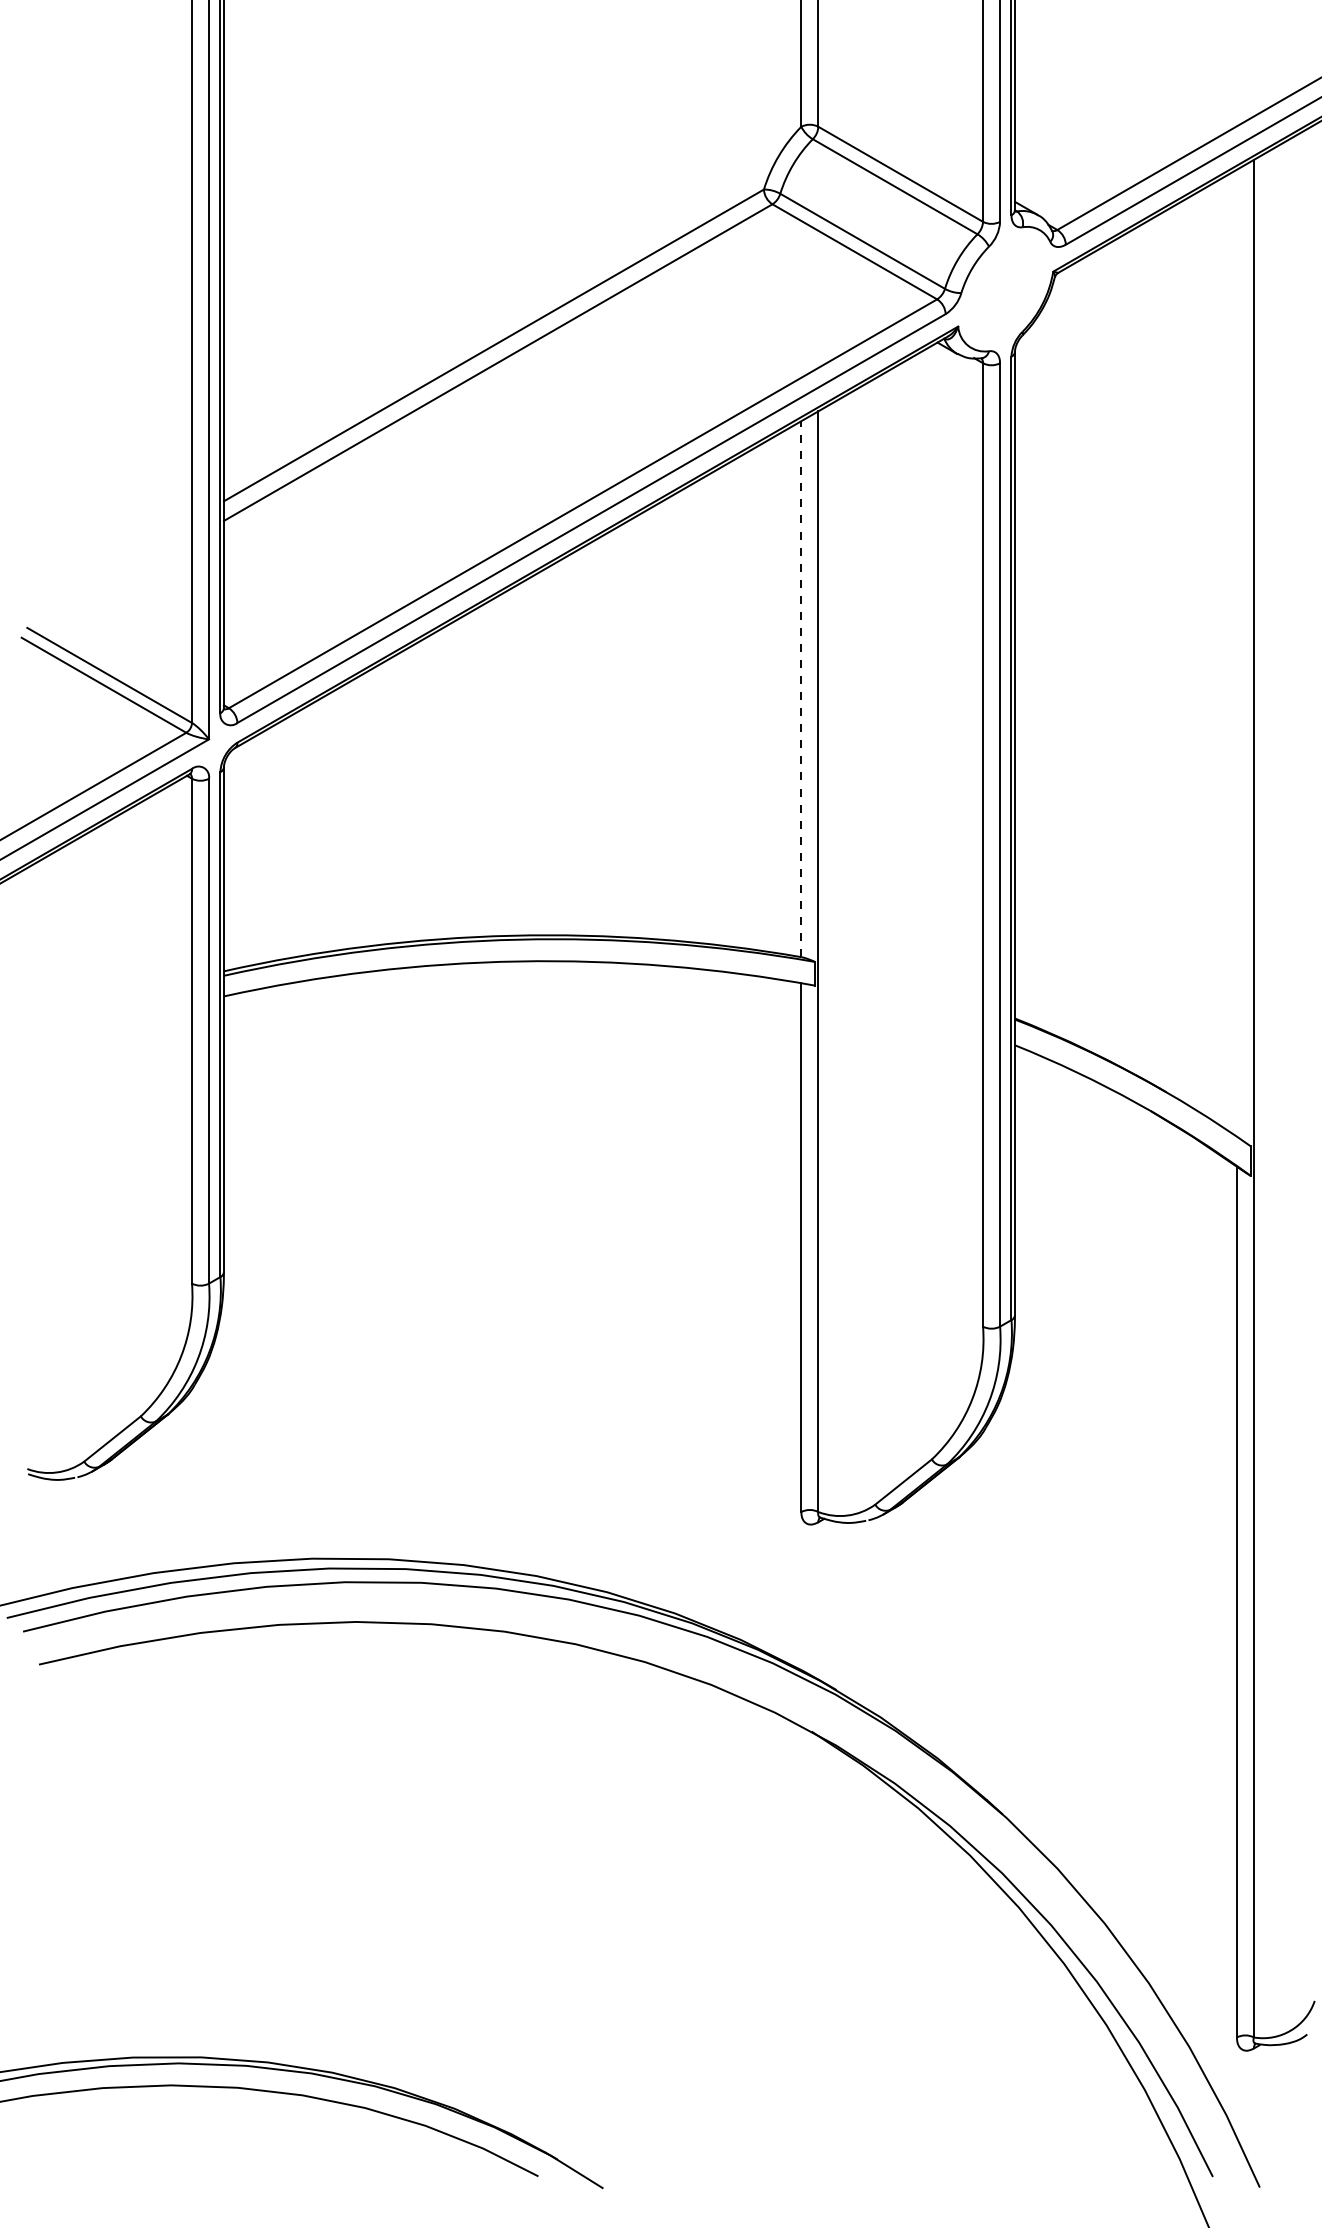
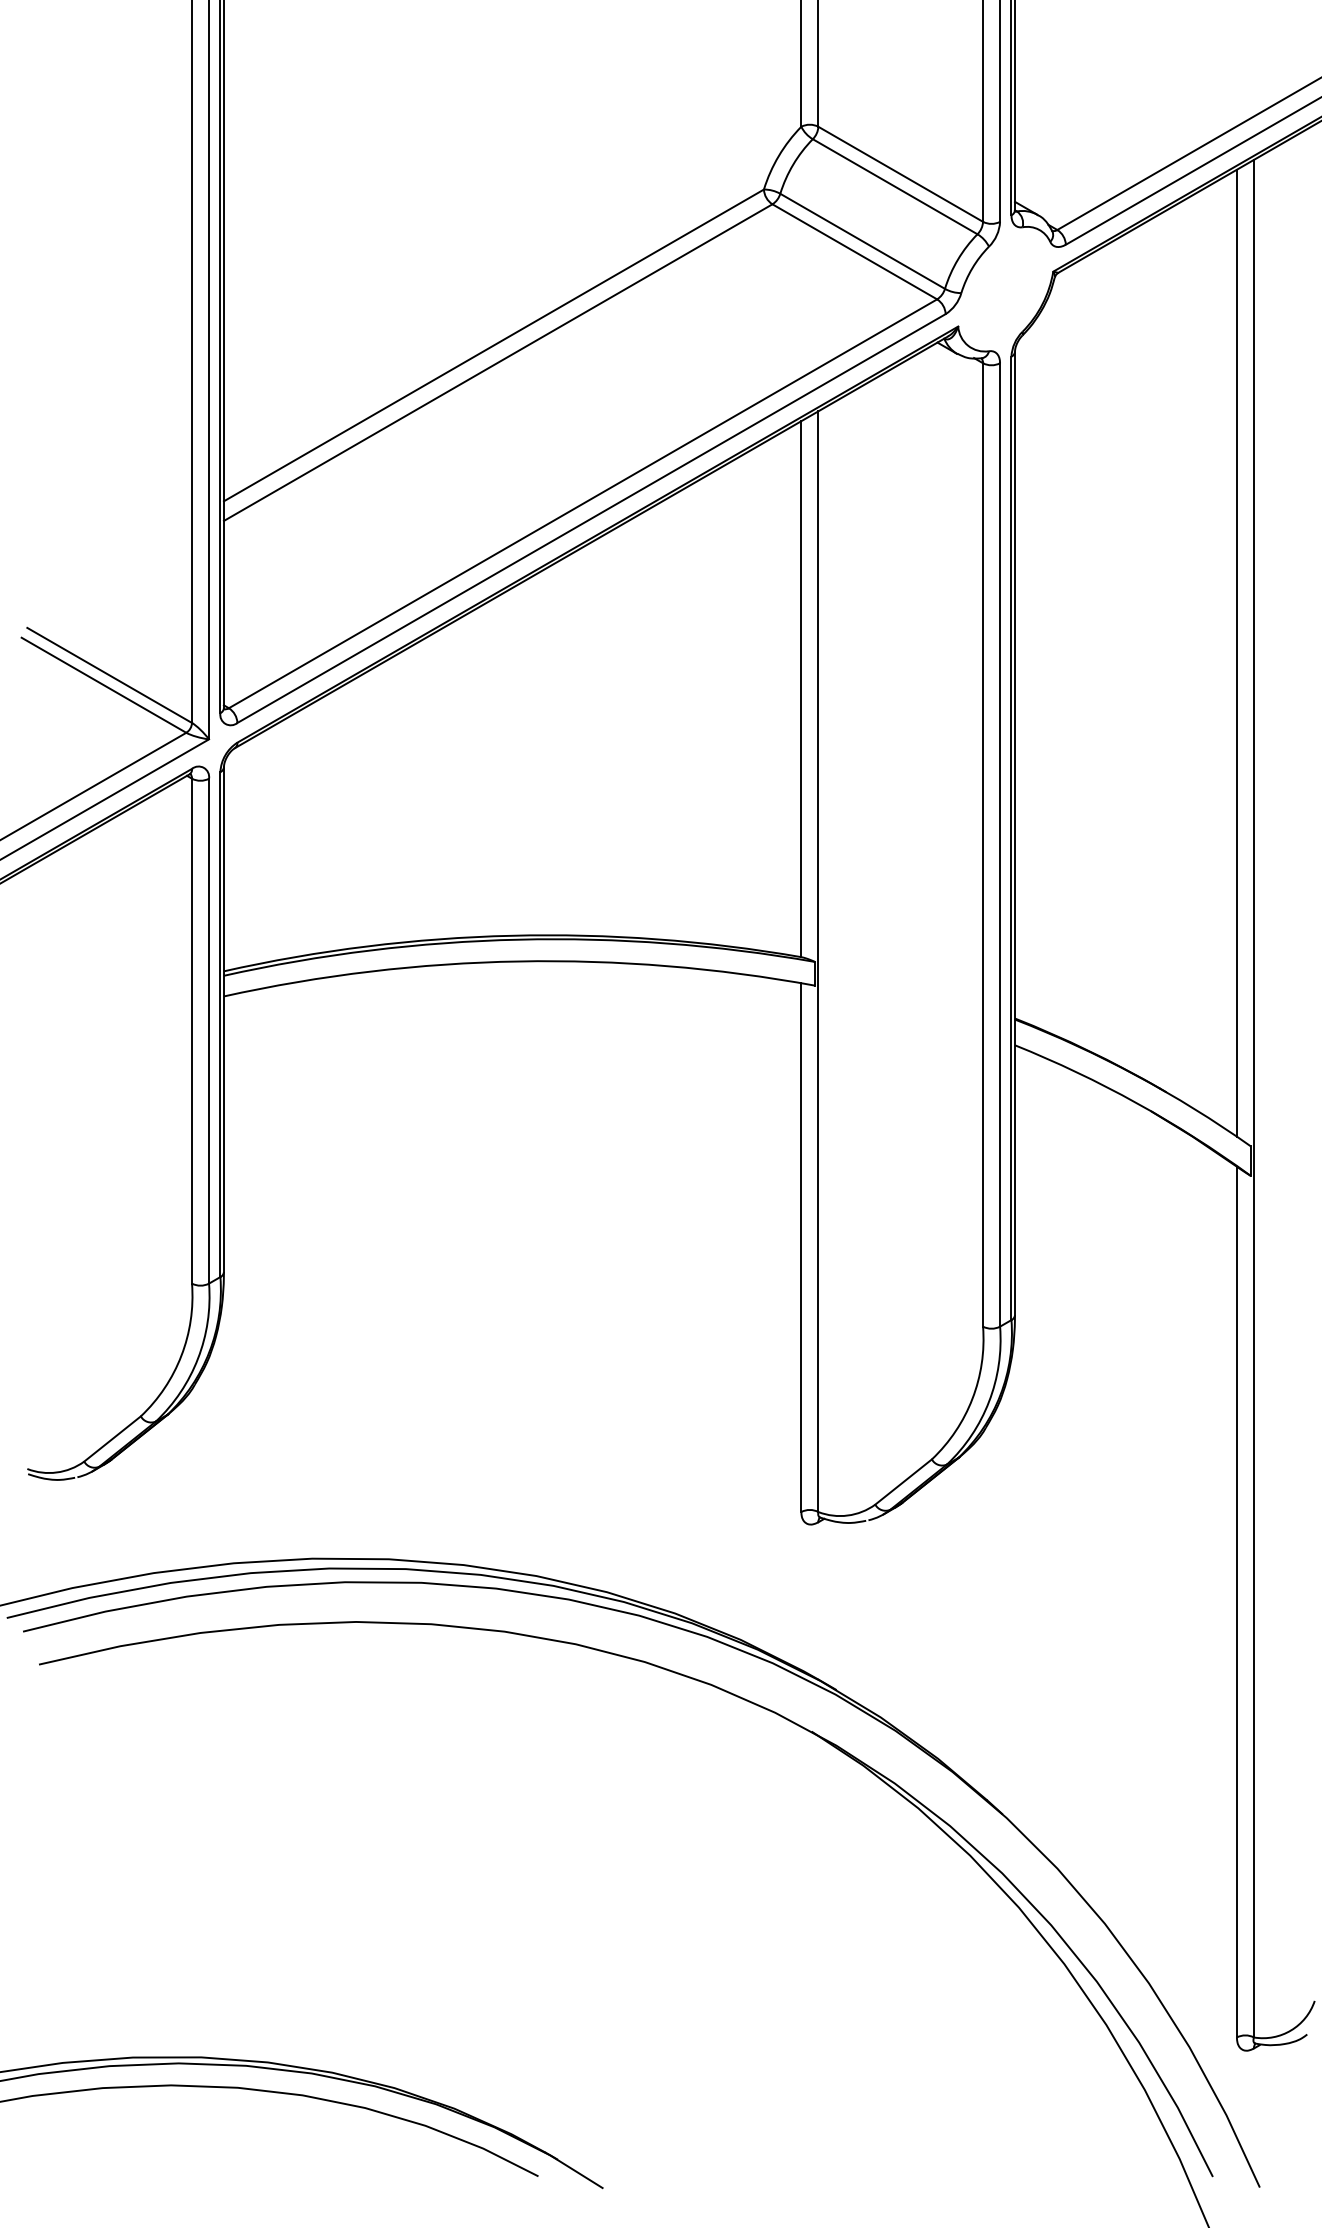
line at (1236, 652): none -> present
line at (801, 689): dashed -> solid
